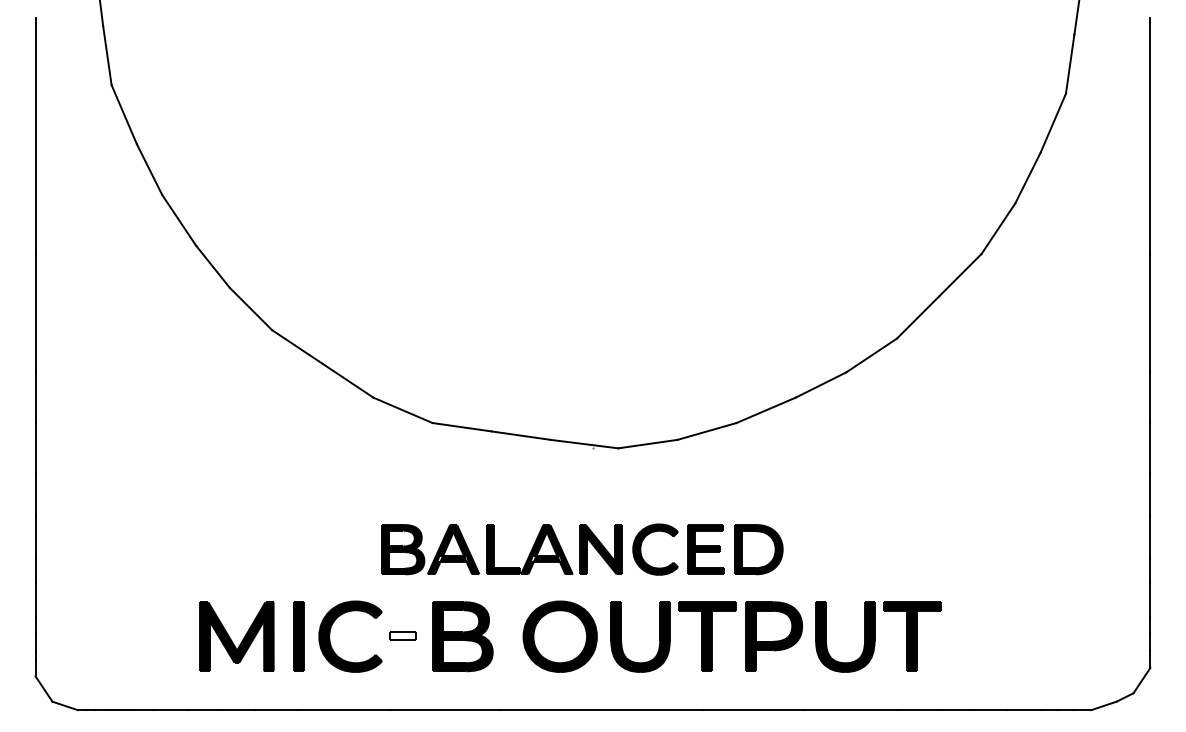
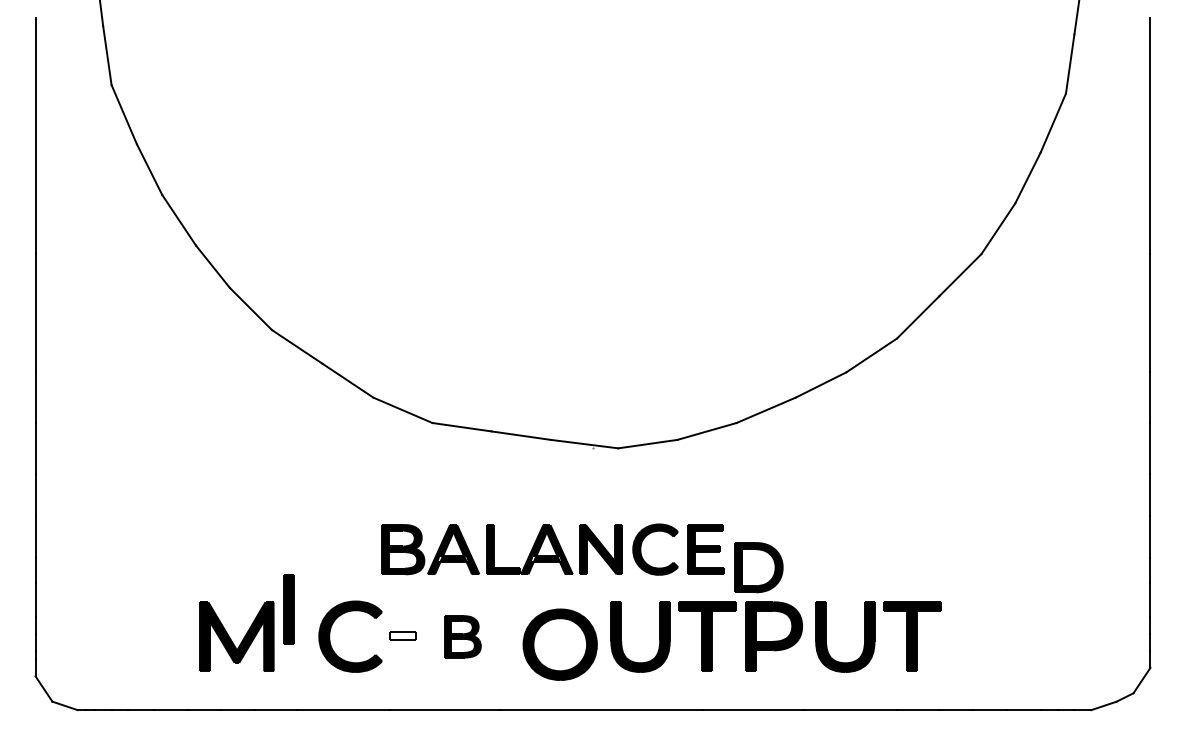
part at (758, 549) position: (758, 549) -> (758, 567)
part at (298, 636) position: (298, 636) -> (288, 609)
part at (462, 636) size: 62x72 px -> 38x44 px
part at (559, 636) position: (559, 636) -> (559, 644)
